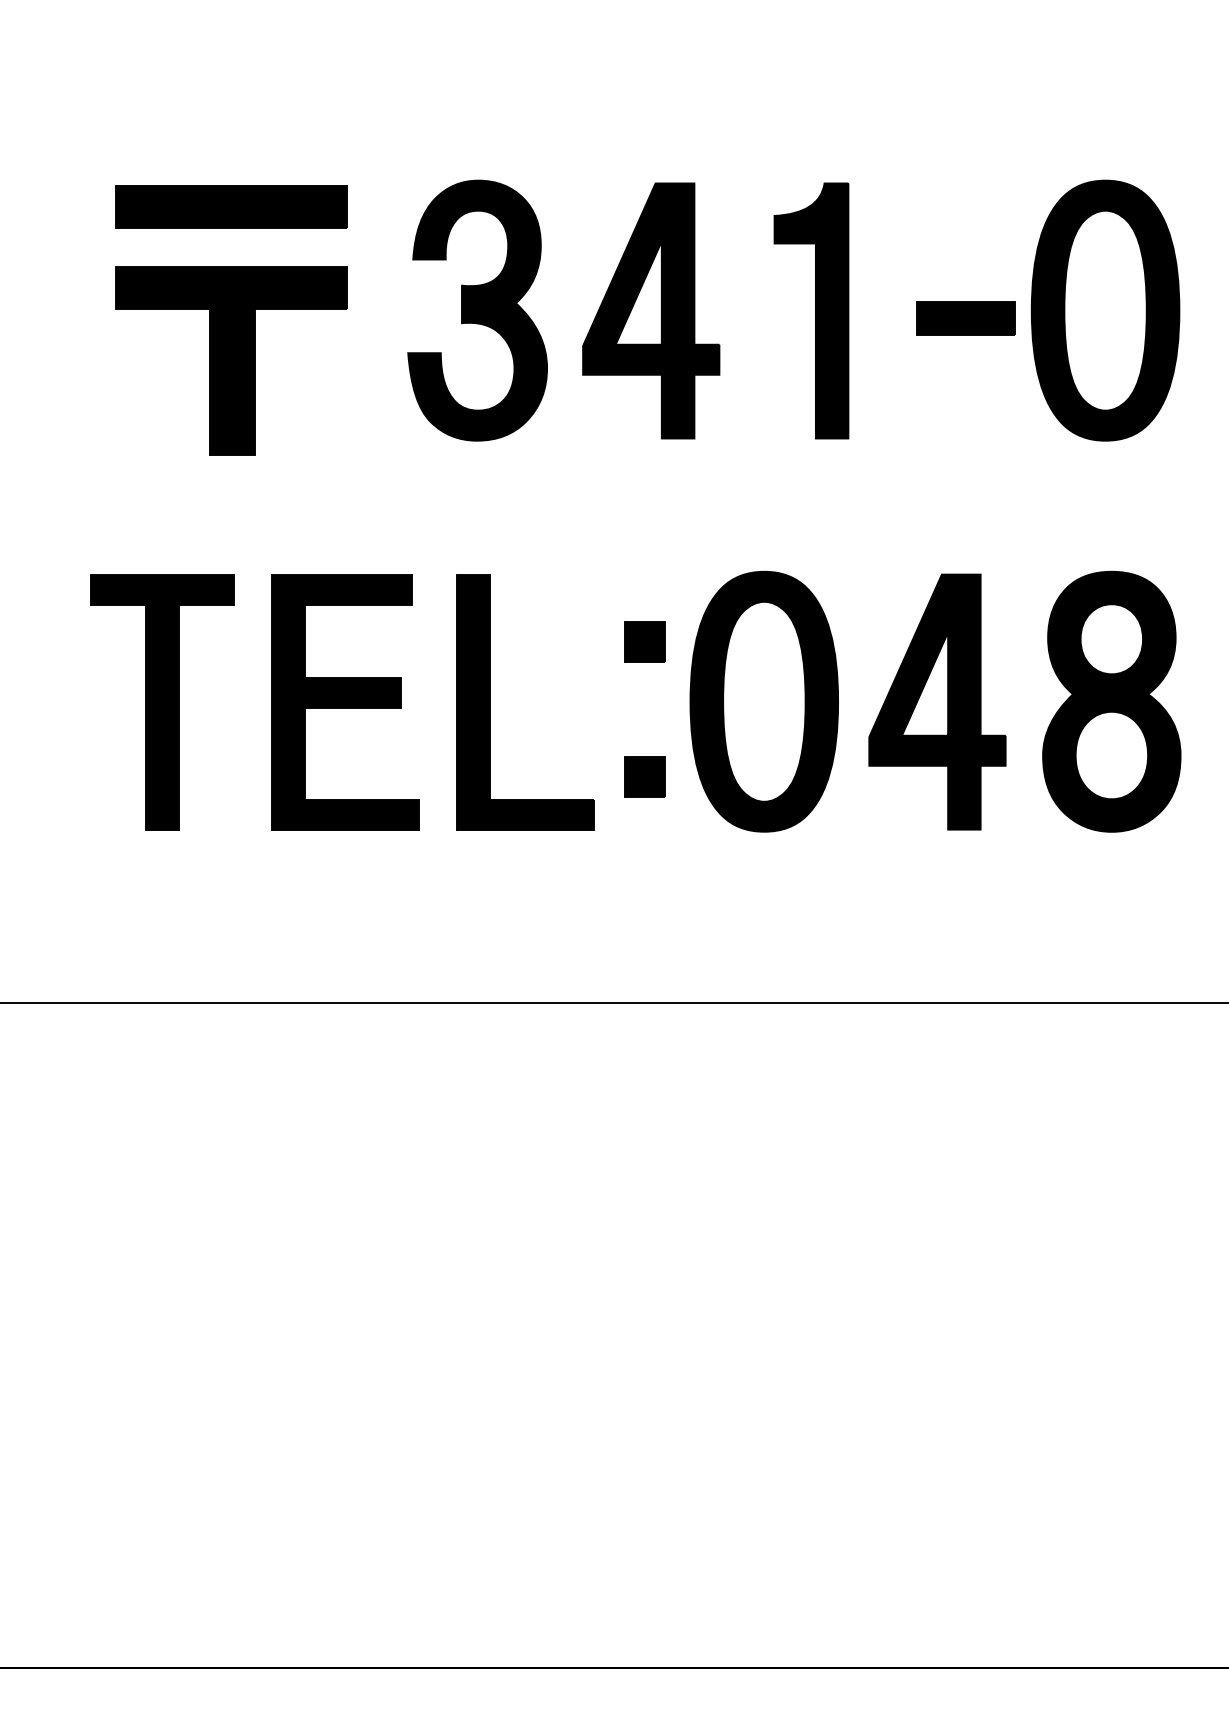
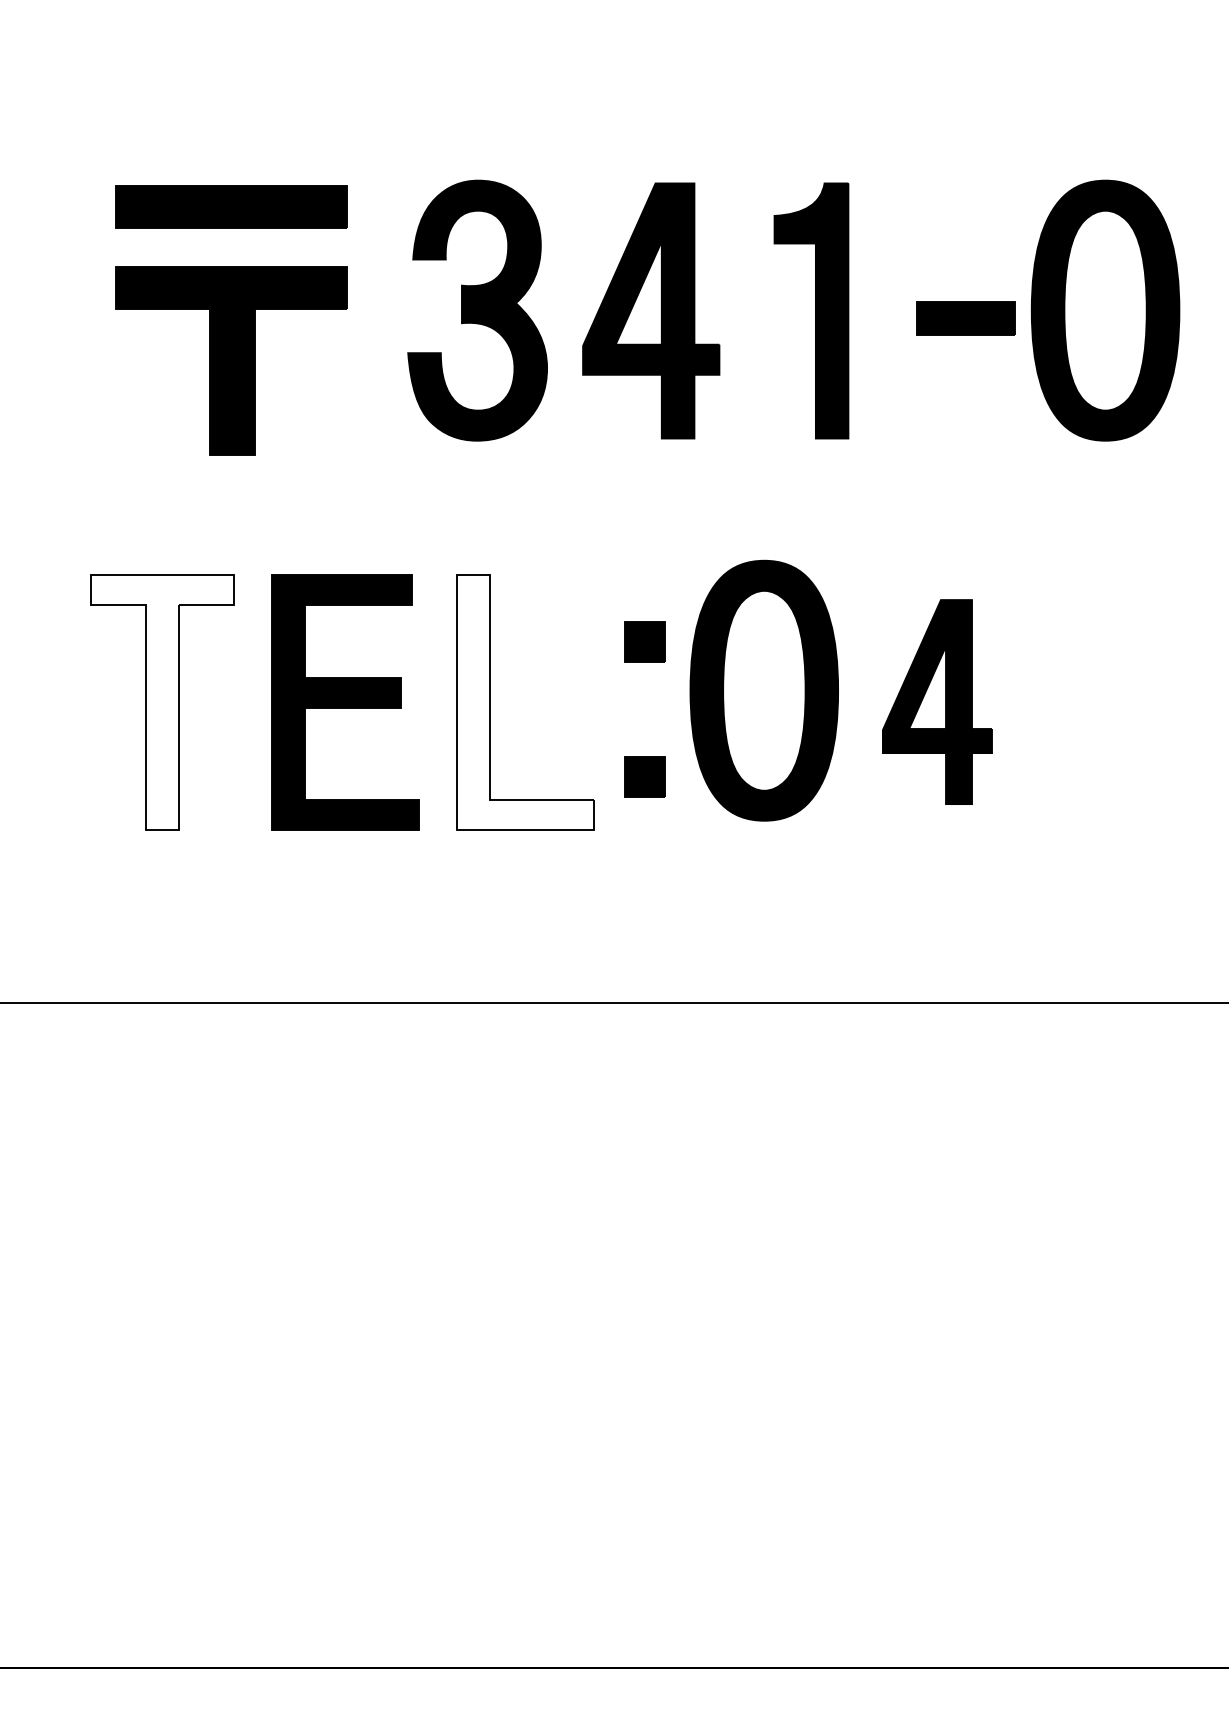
fill at (162, 701): present -> none
fill at (525, 701): present -> none
part at (763, 701) position: (763, 701) -> (763, 690)
part at (937, 701) size: 139x258 px -> 111x206 px
part at (1111, 701): present -> none
